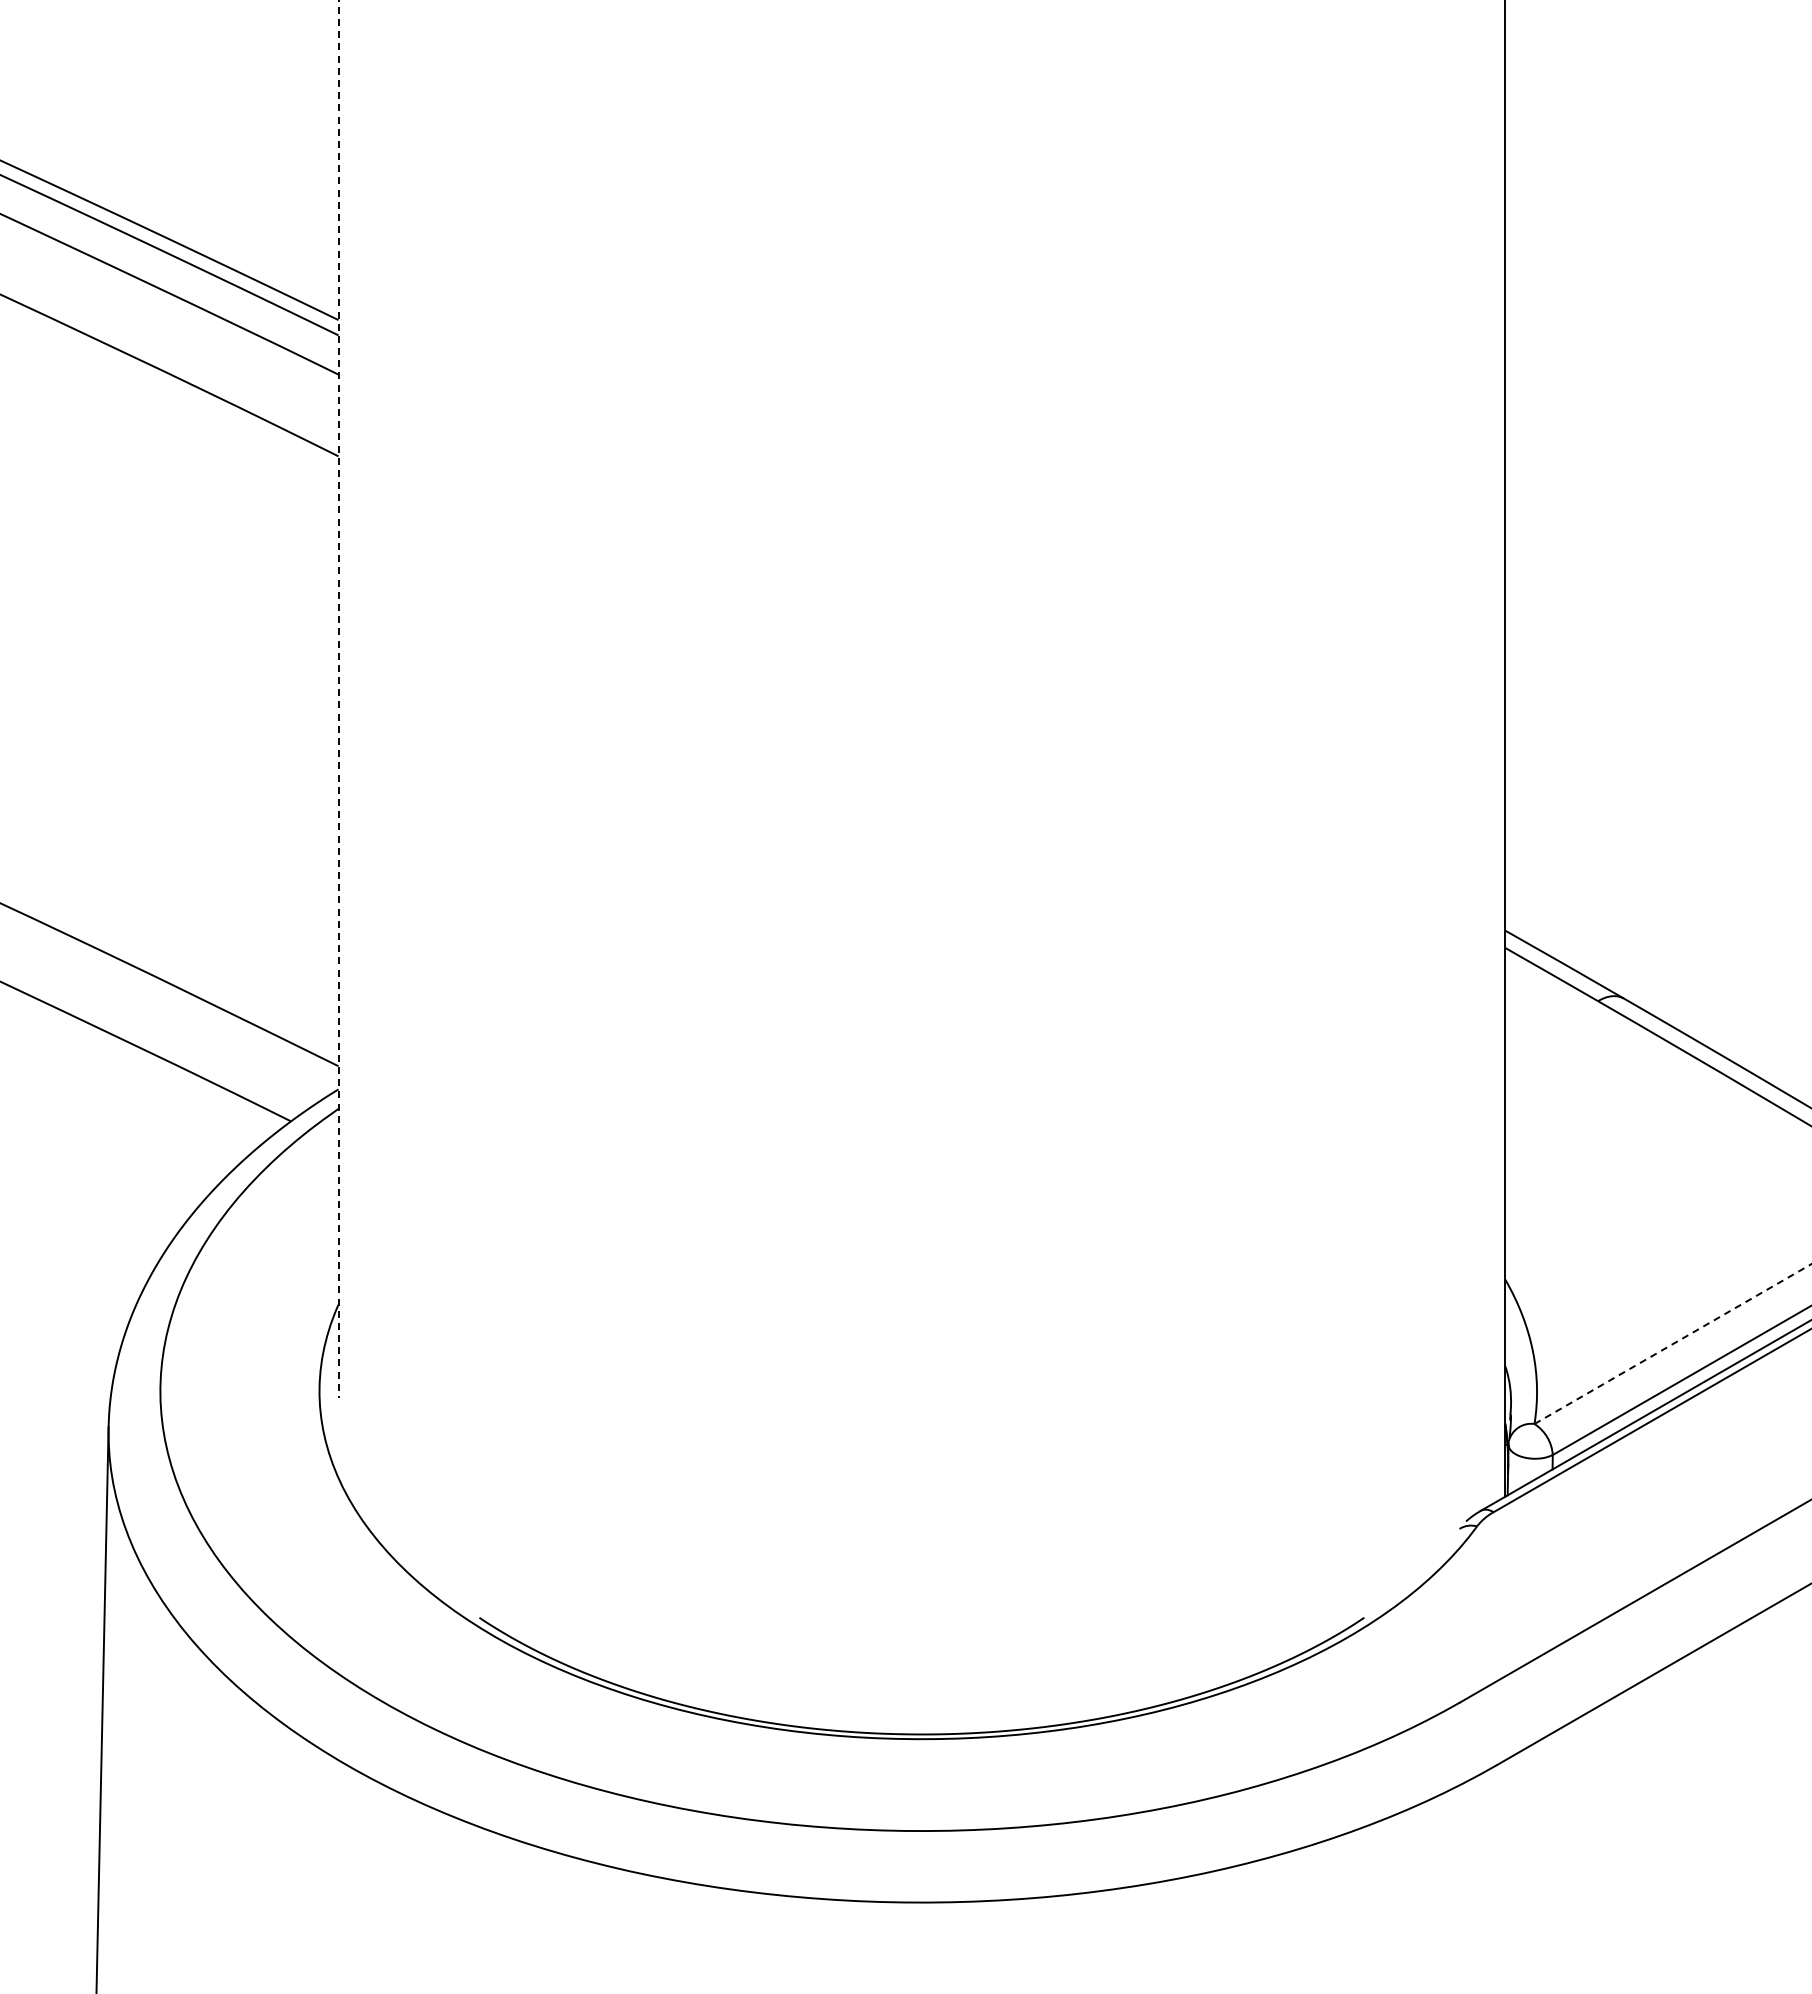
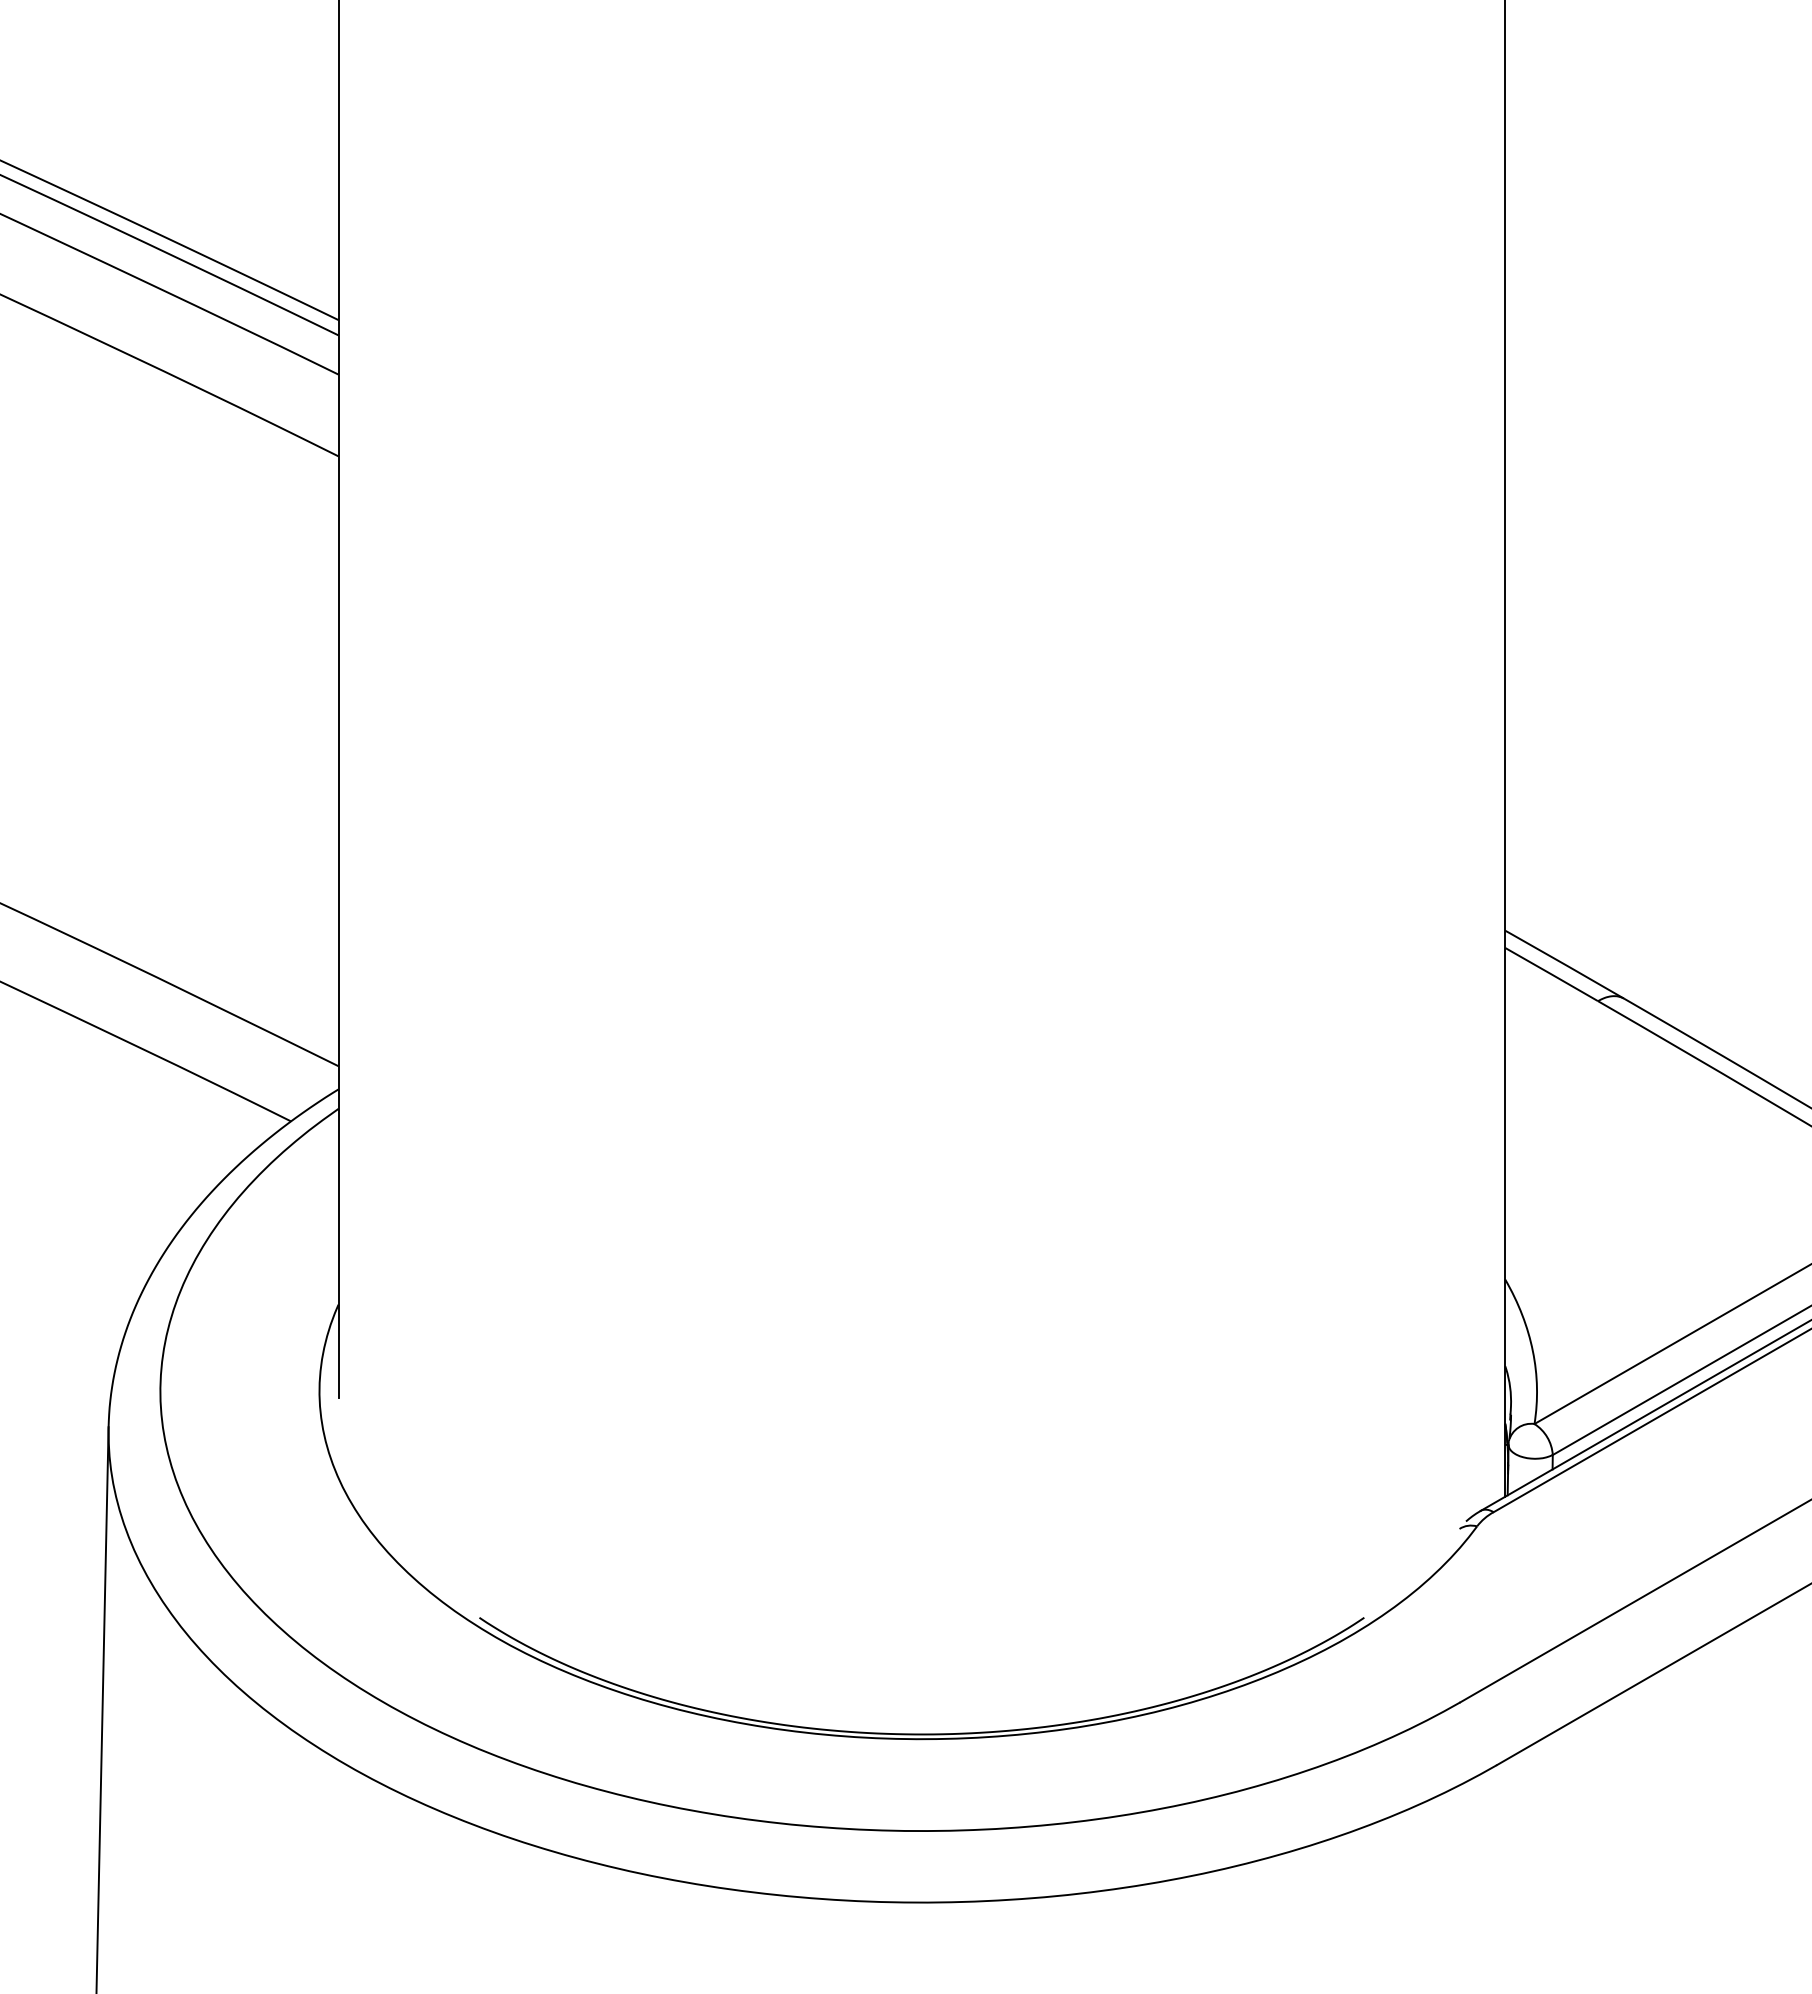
line at (338, 699): dashed -> solid
line at (1673, 1344): dashed -> solid
